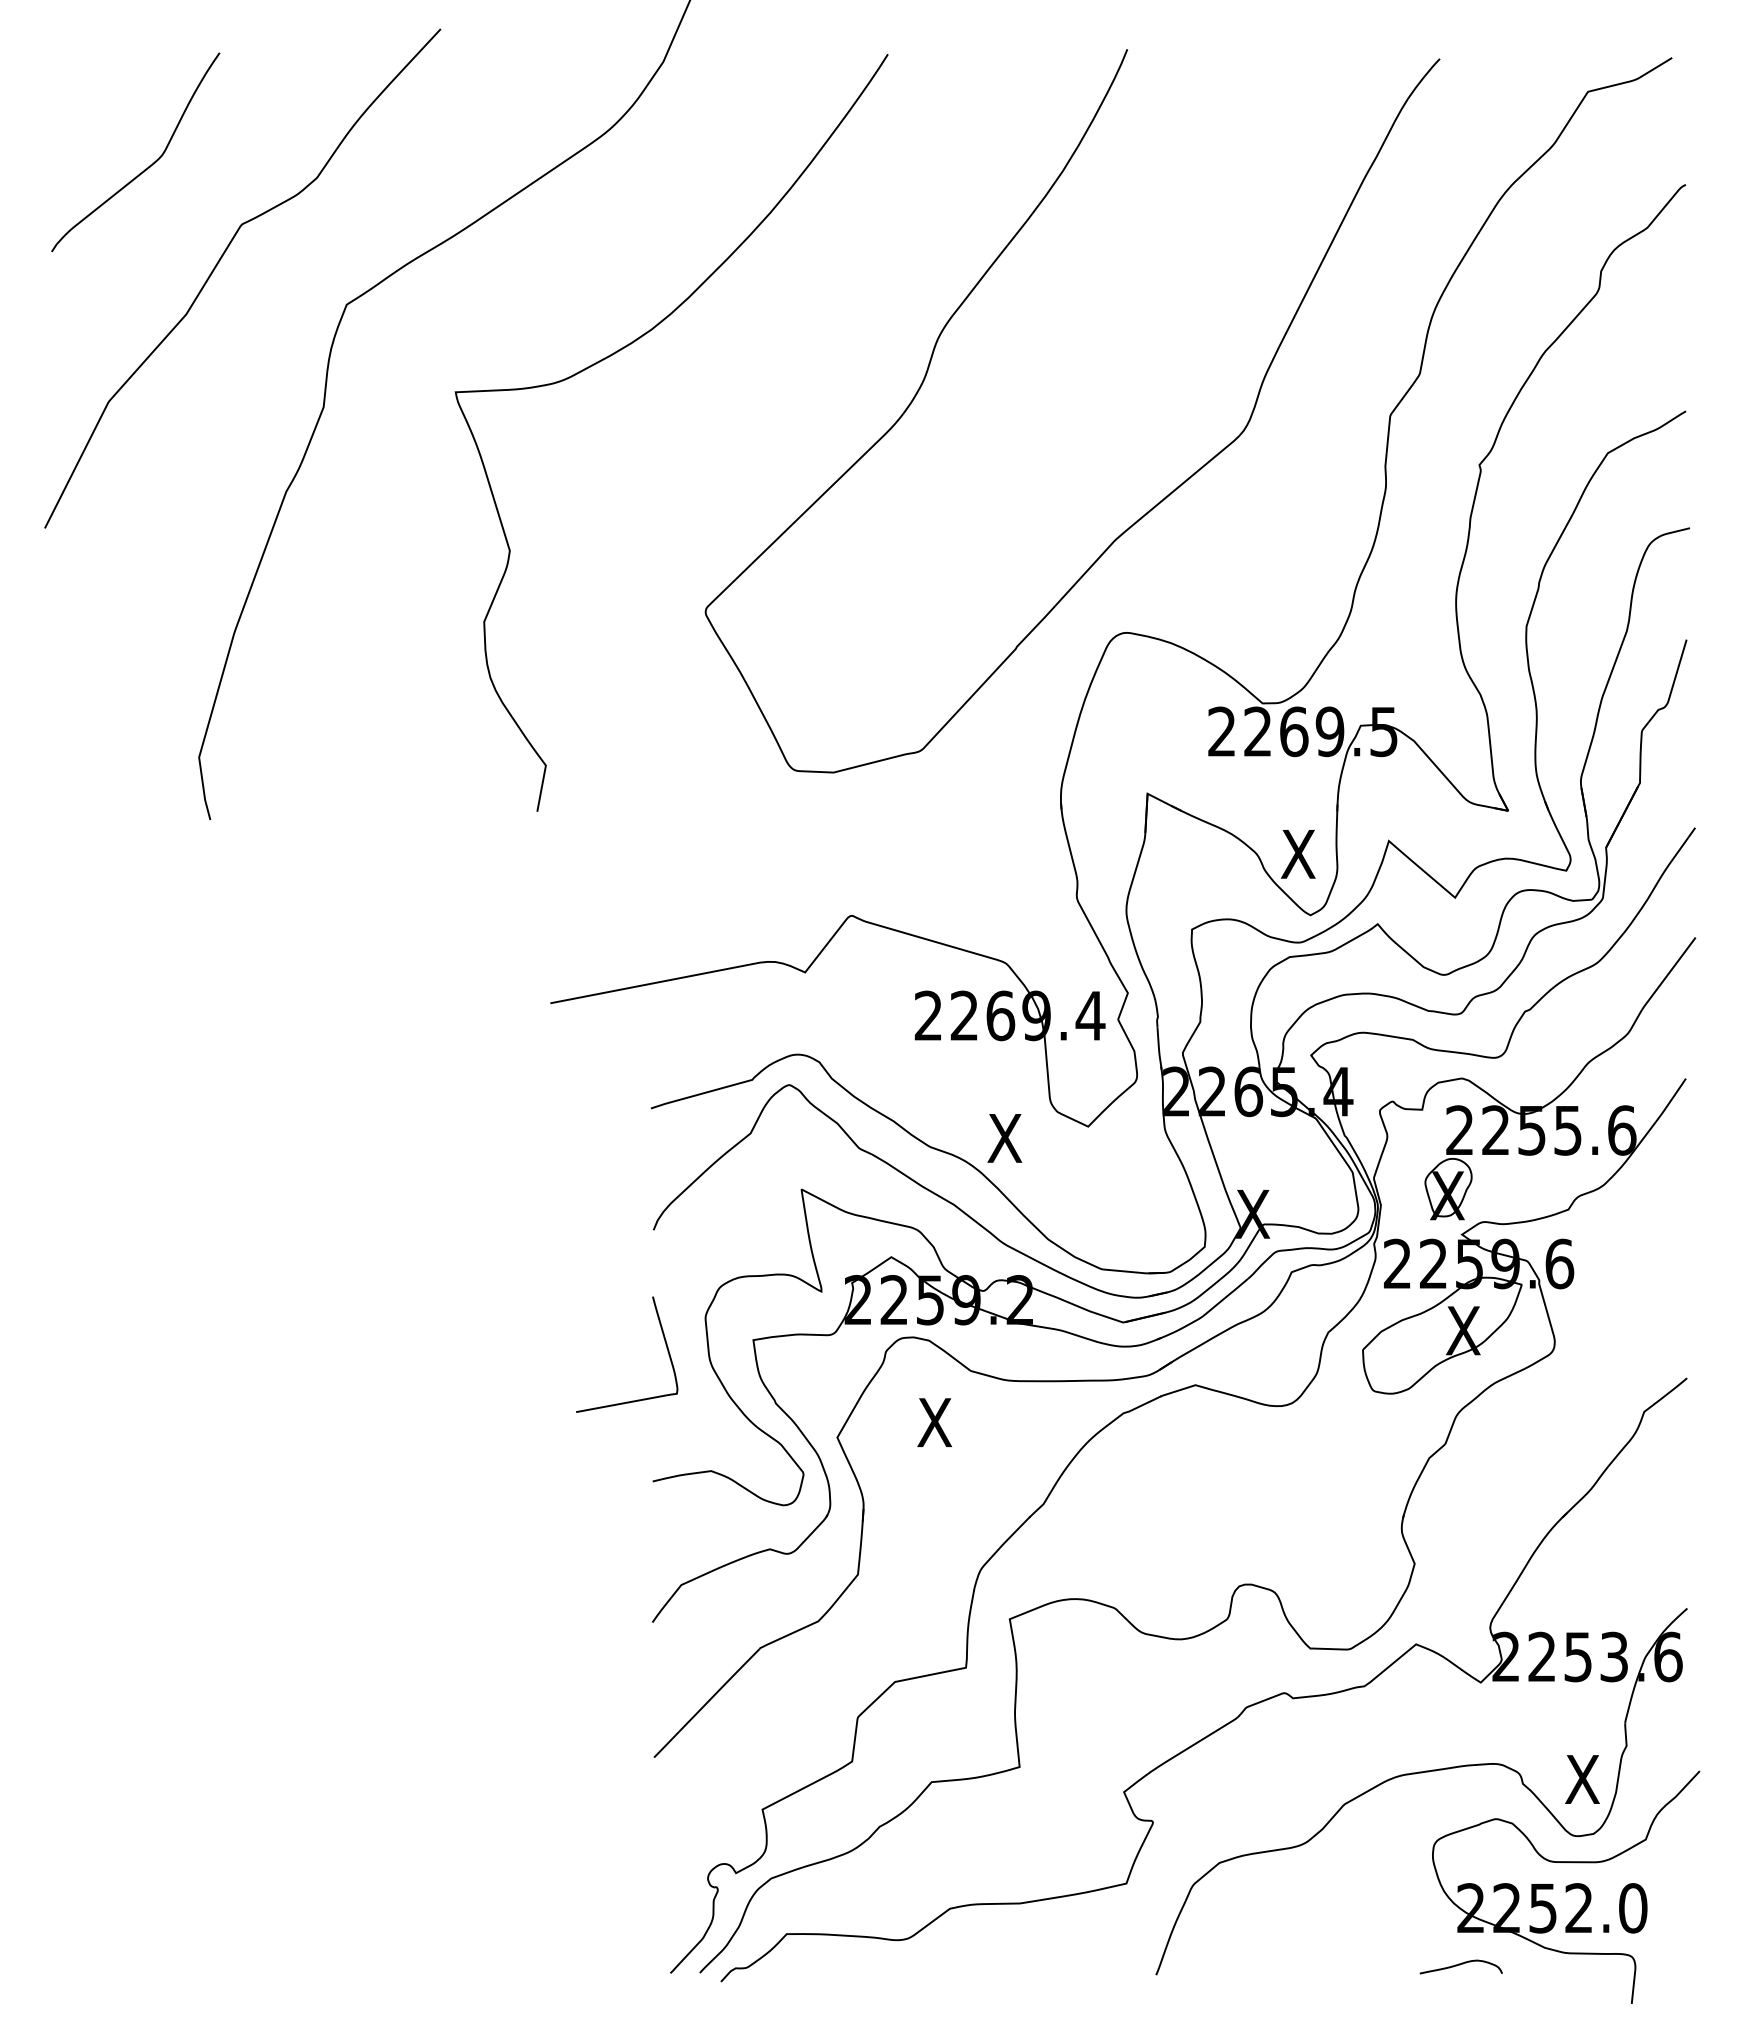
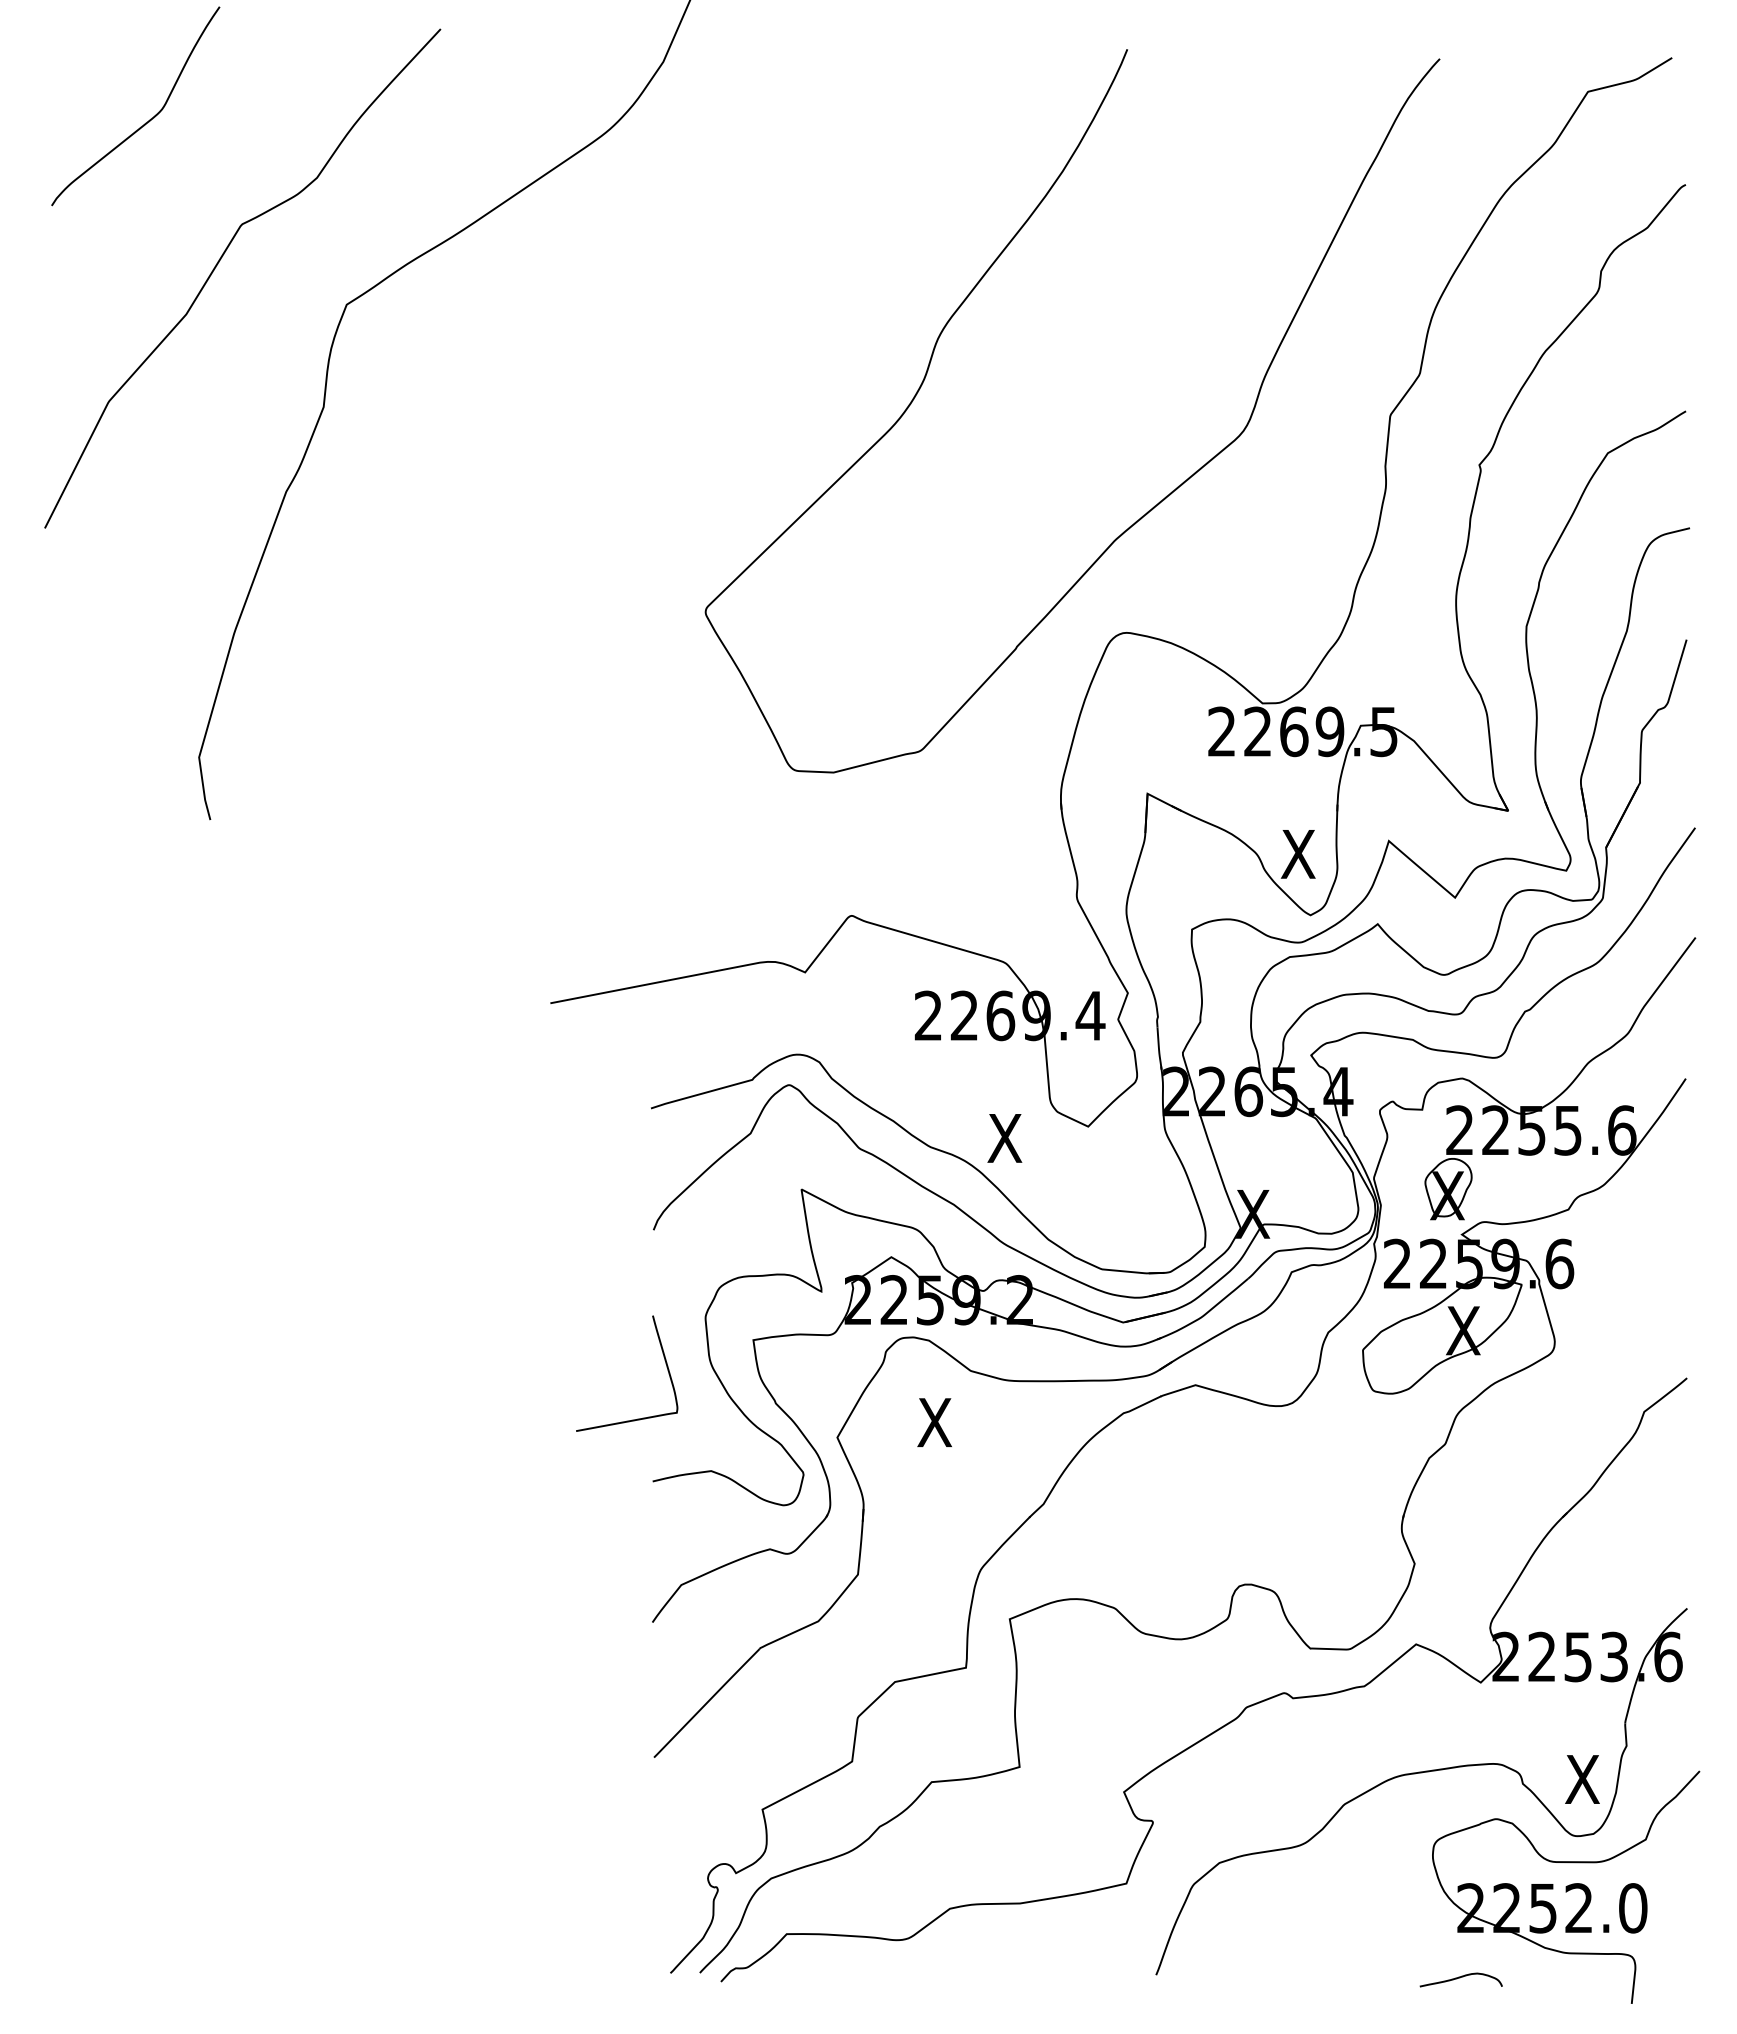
curve at (145, 168) position: (145, 168) -> (145, 122)
curve at (621, 350): present -> none
curve at (665, 1345) position: (665, 1345) -> (665, 1364)
curve at (1460, 1965) position: (1460, 1965) -> (1460, 1978)
